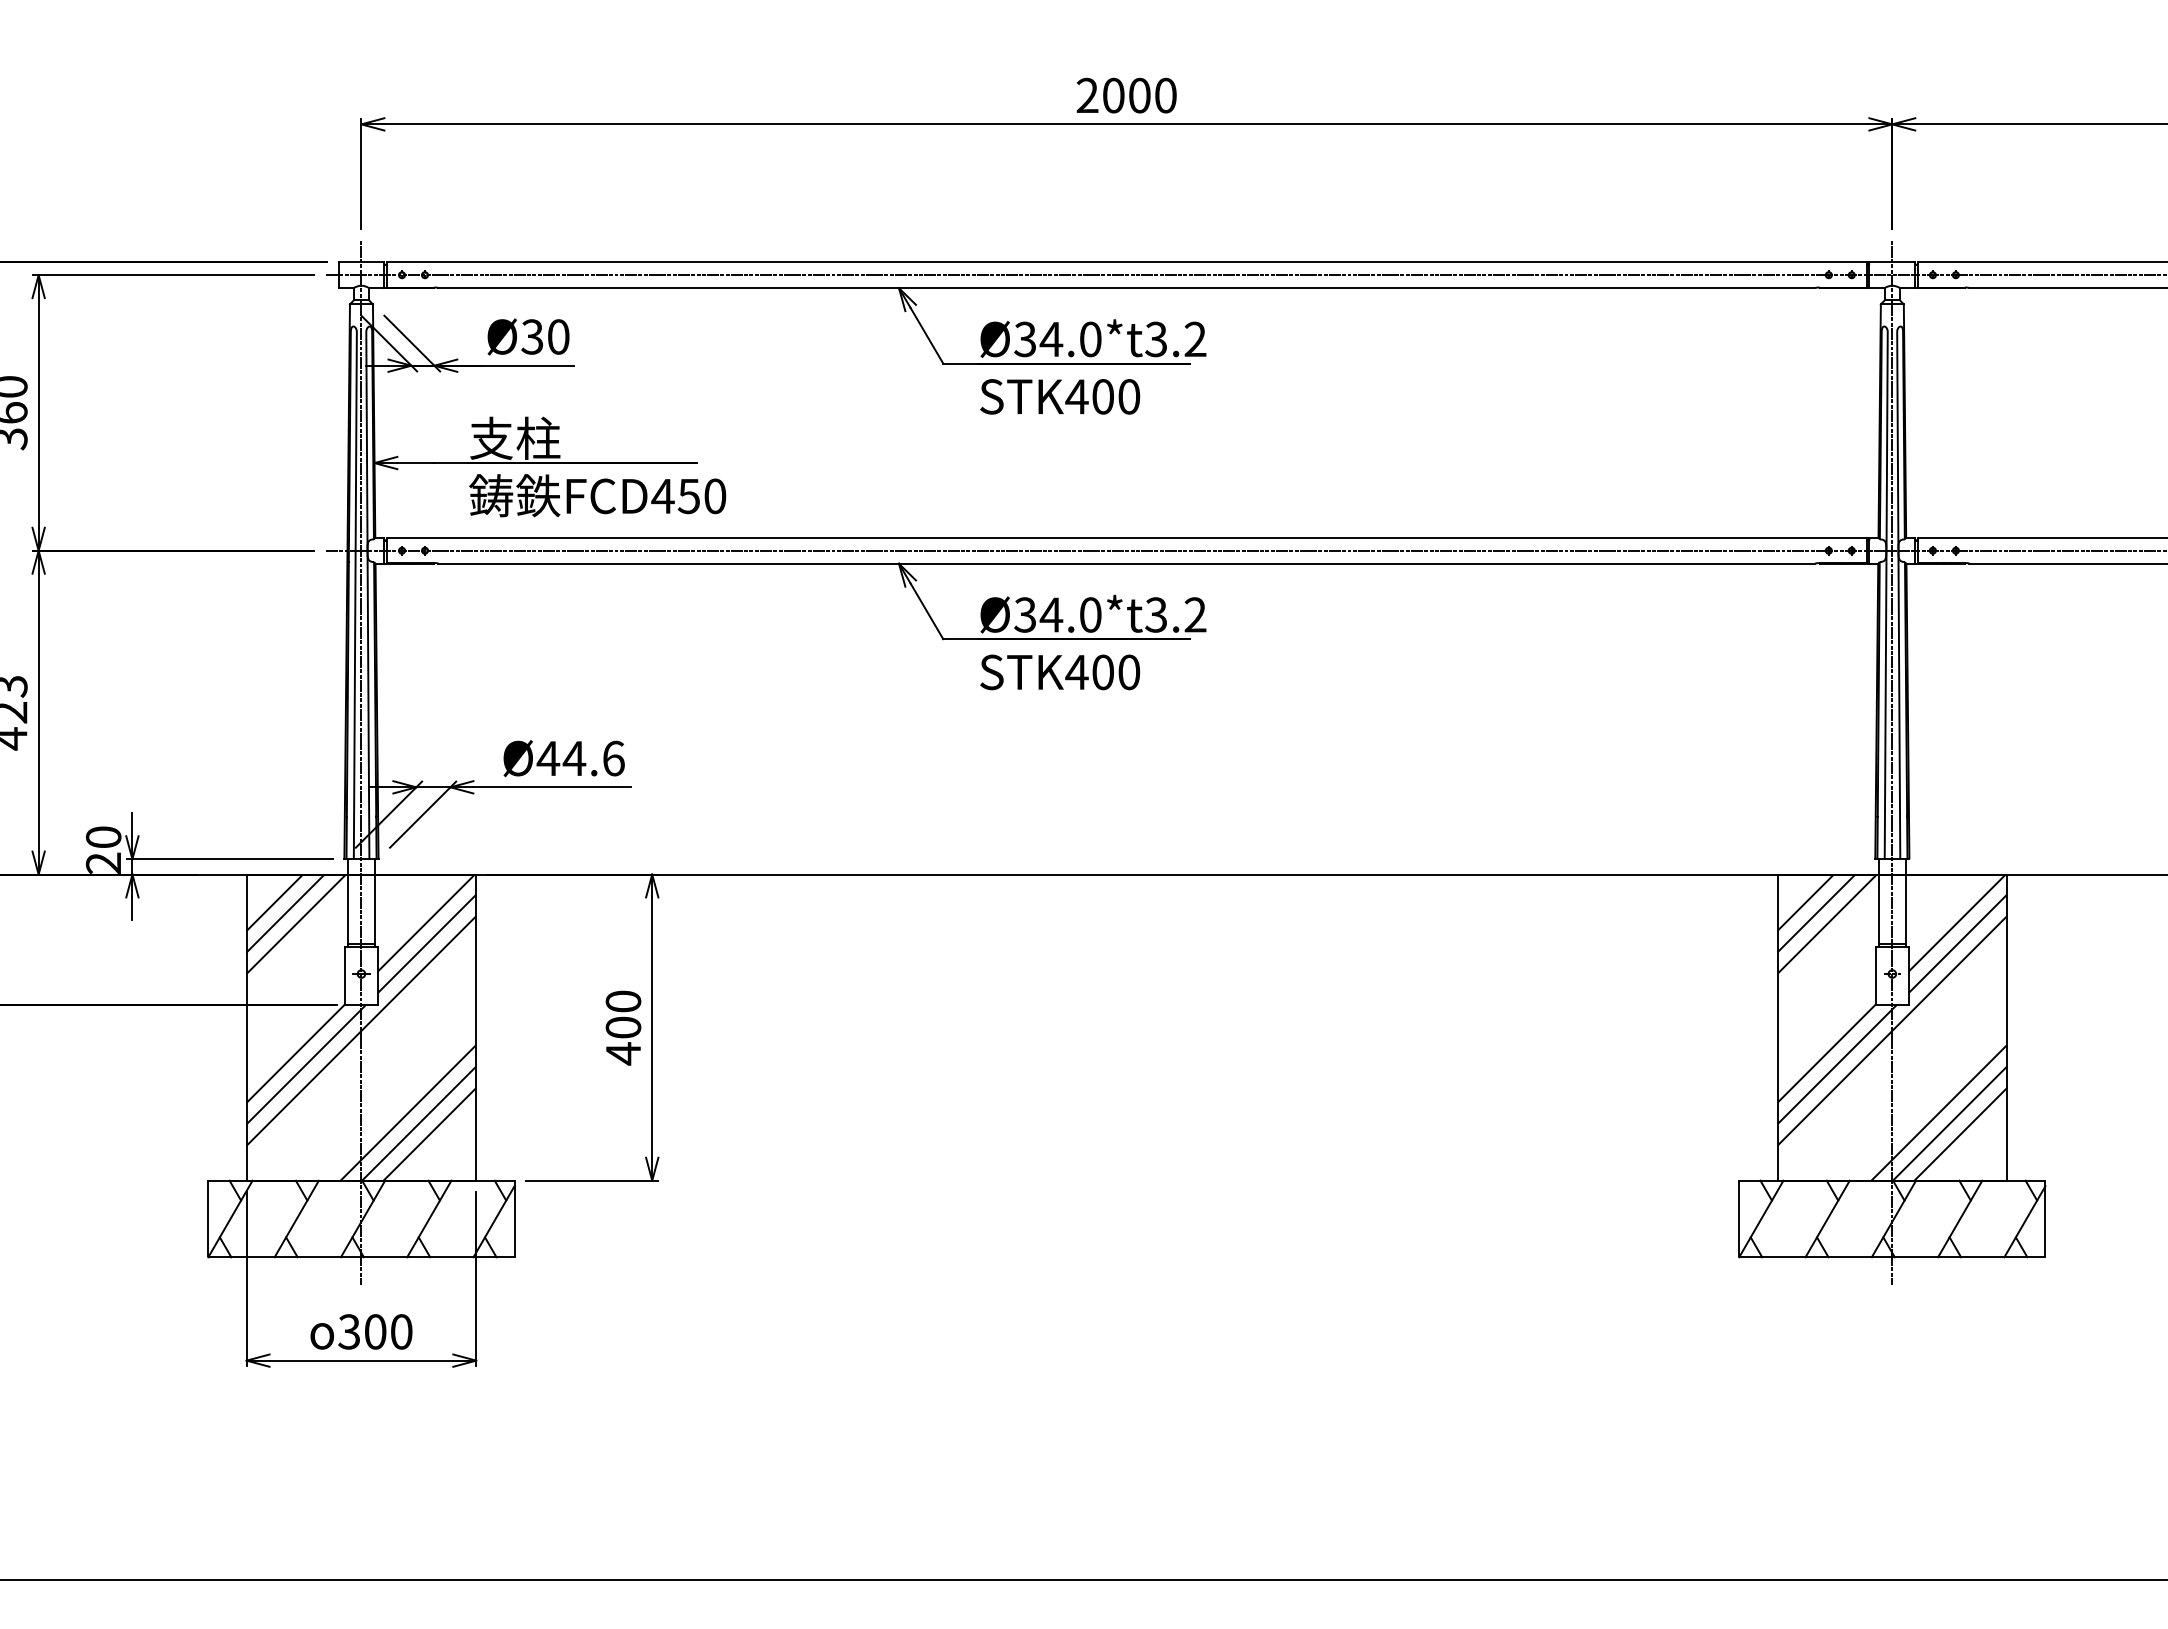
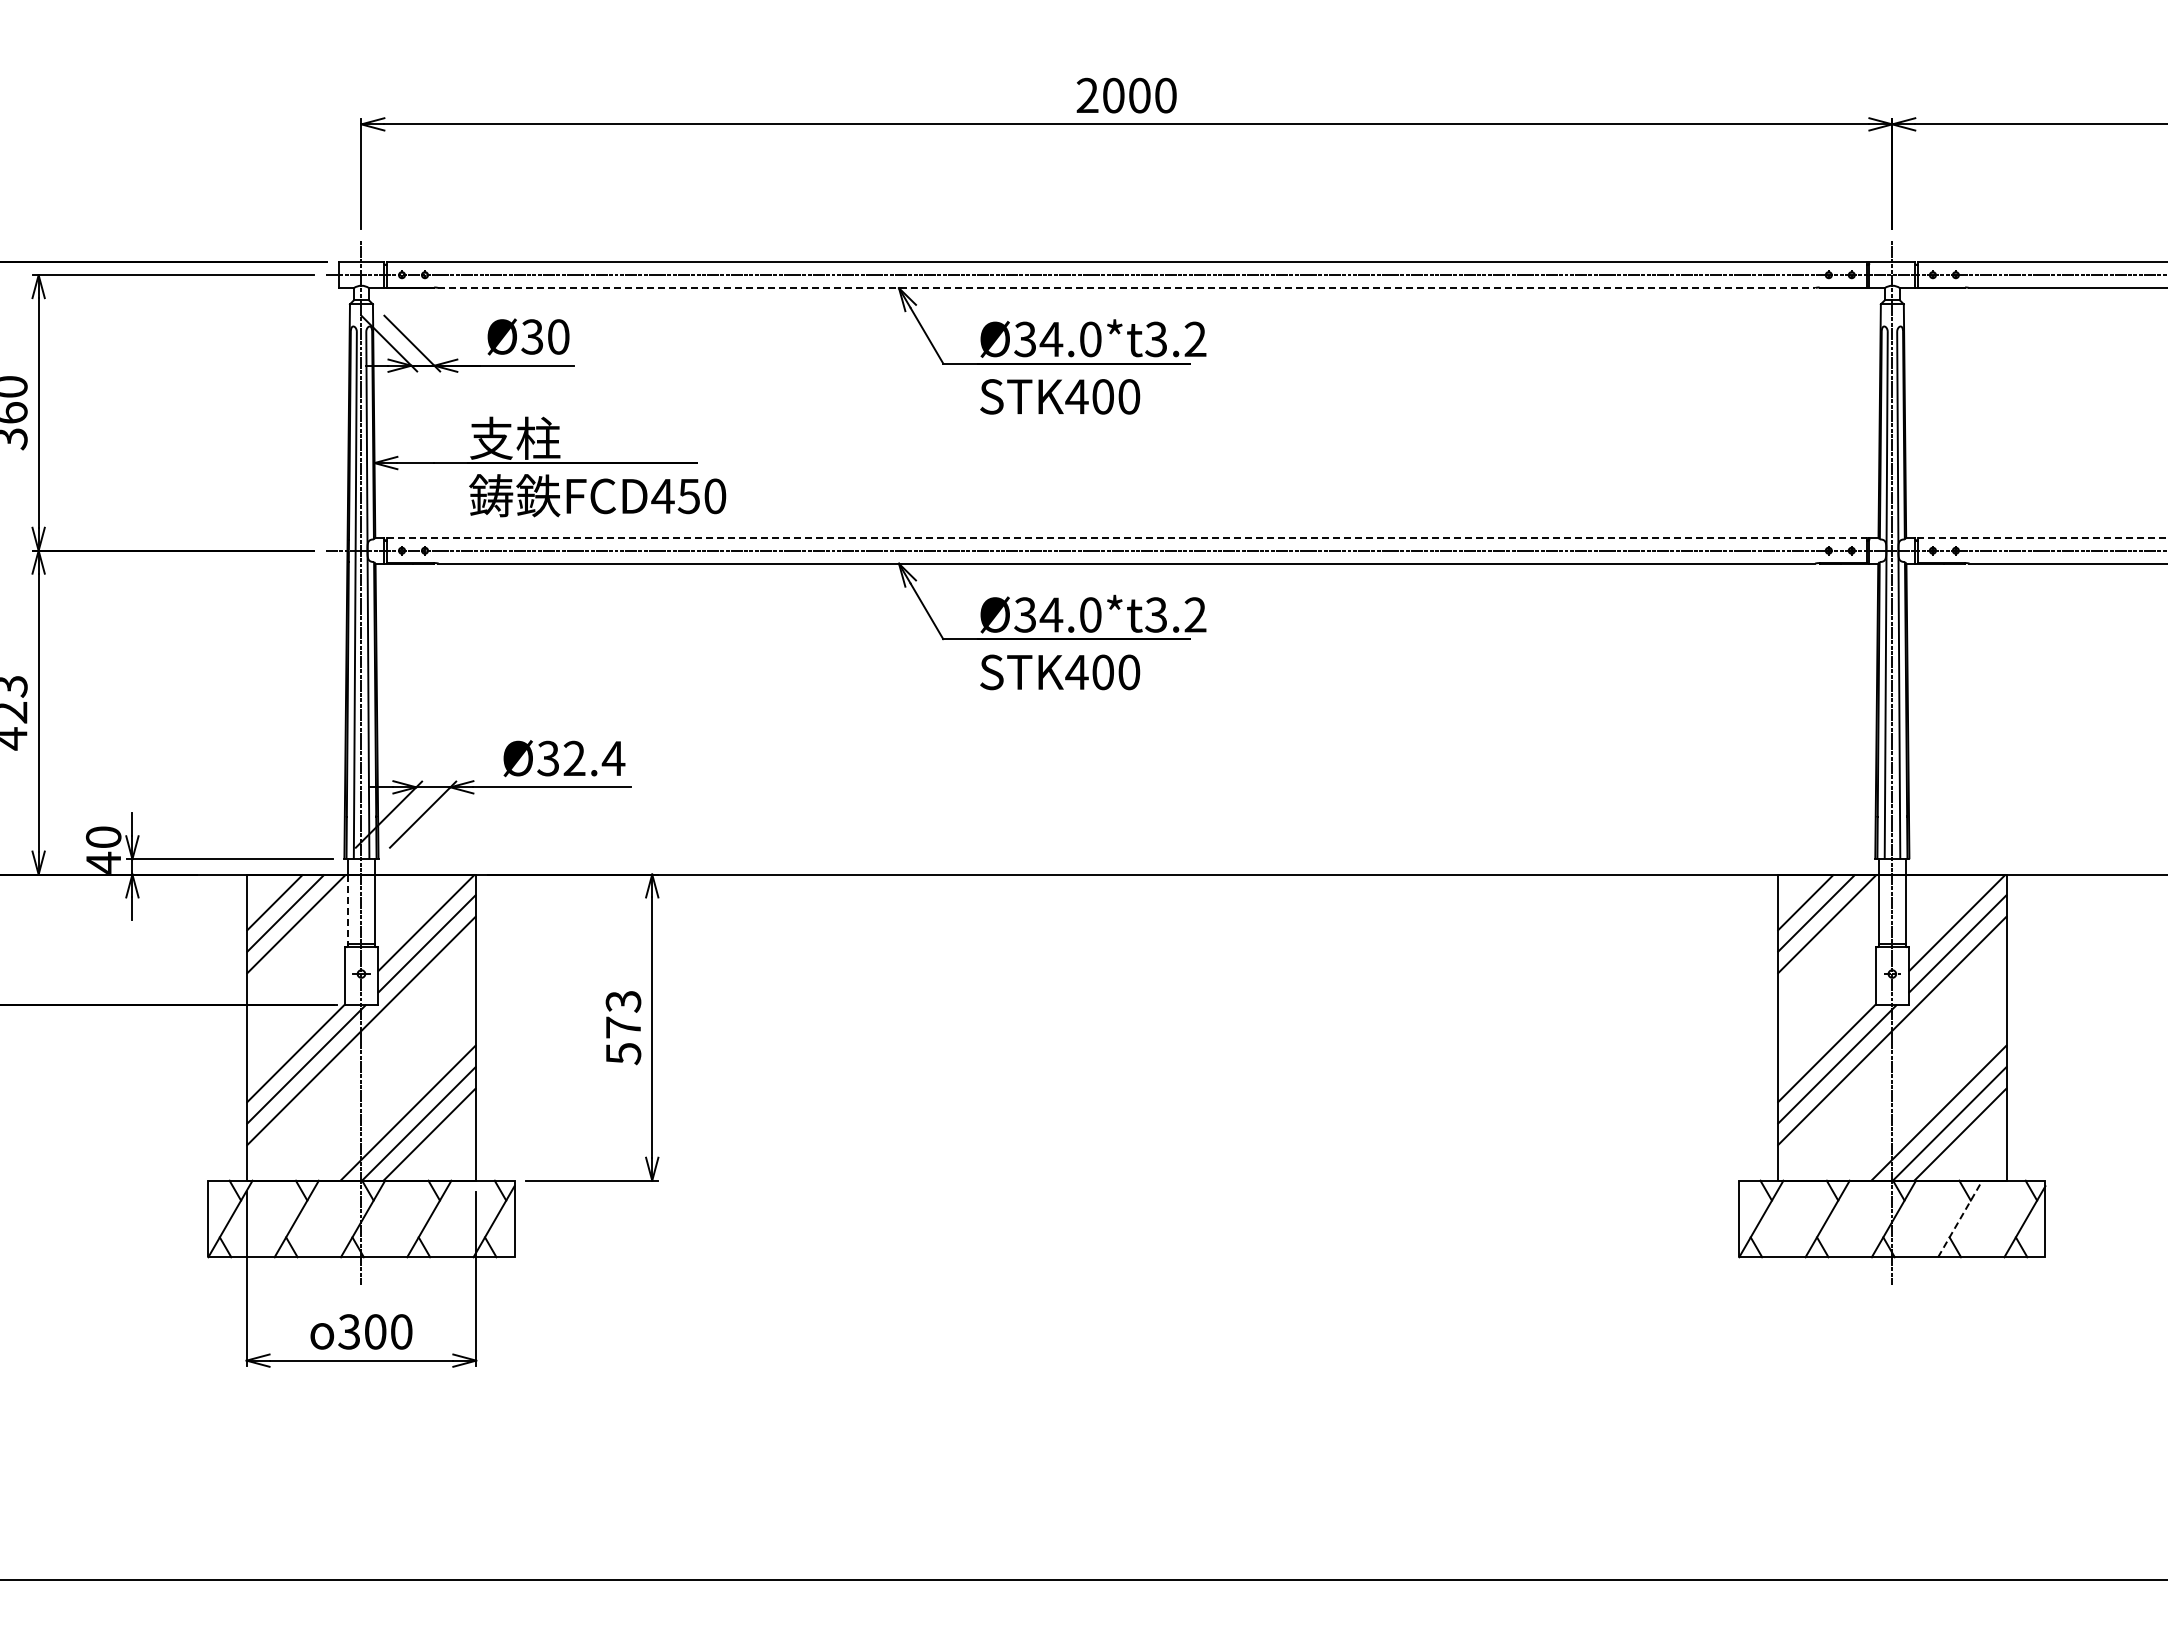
line at (1126, 288): solid -> dashed
line at (1127, 537): solid -> dashed
line at (2042, 537): solid -> dashed
text at (580, 758): Ø44.6 -> Ø32.4
text at (103, 862): 20 -> 40
line at (348, 910): solid -> dashed
text at (623, 1027): 400 -> 573
line at (1960, 1218): solid -> dashed
